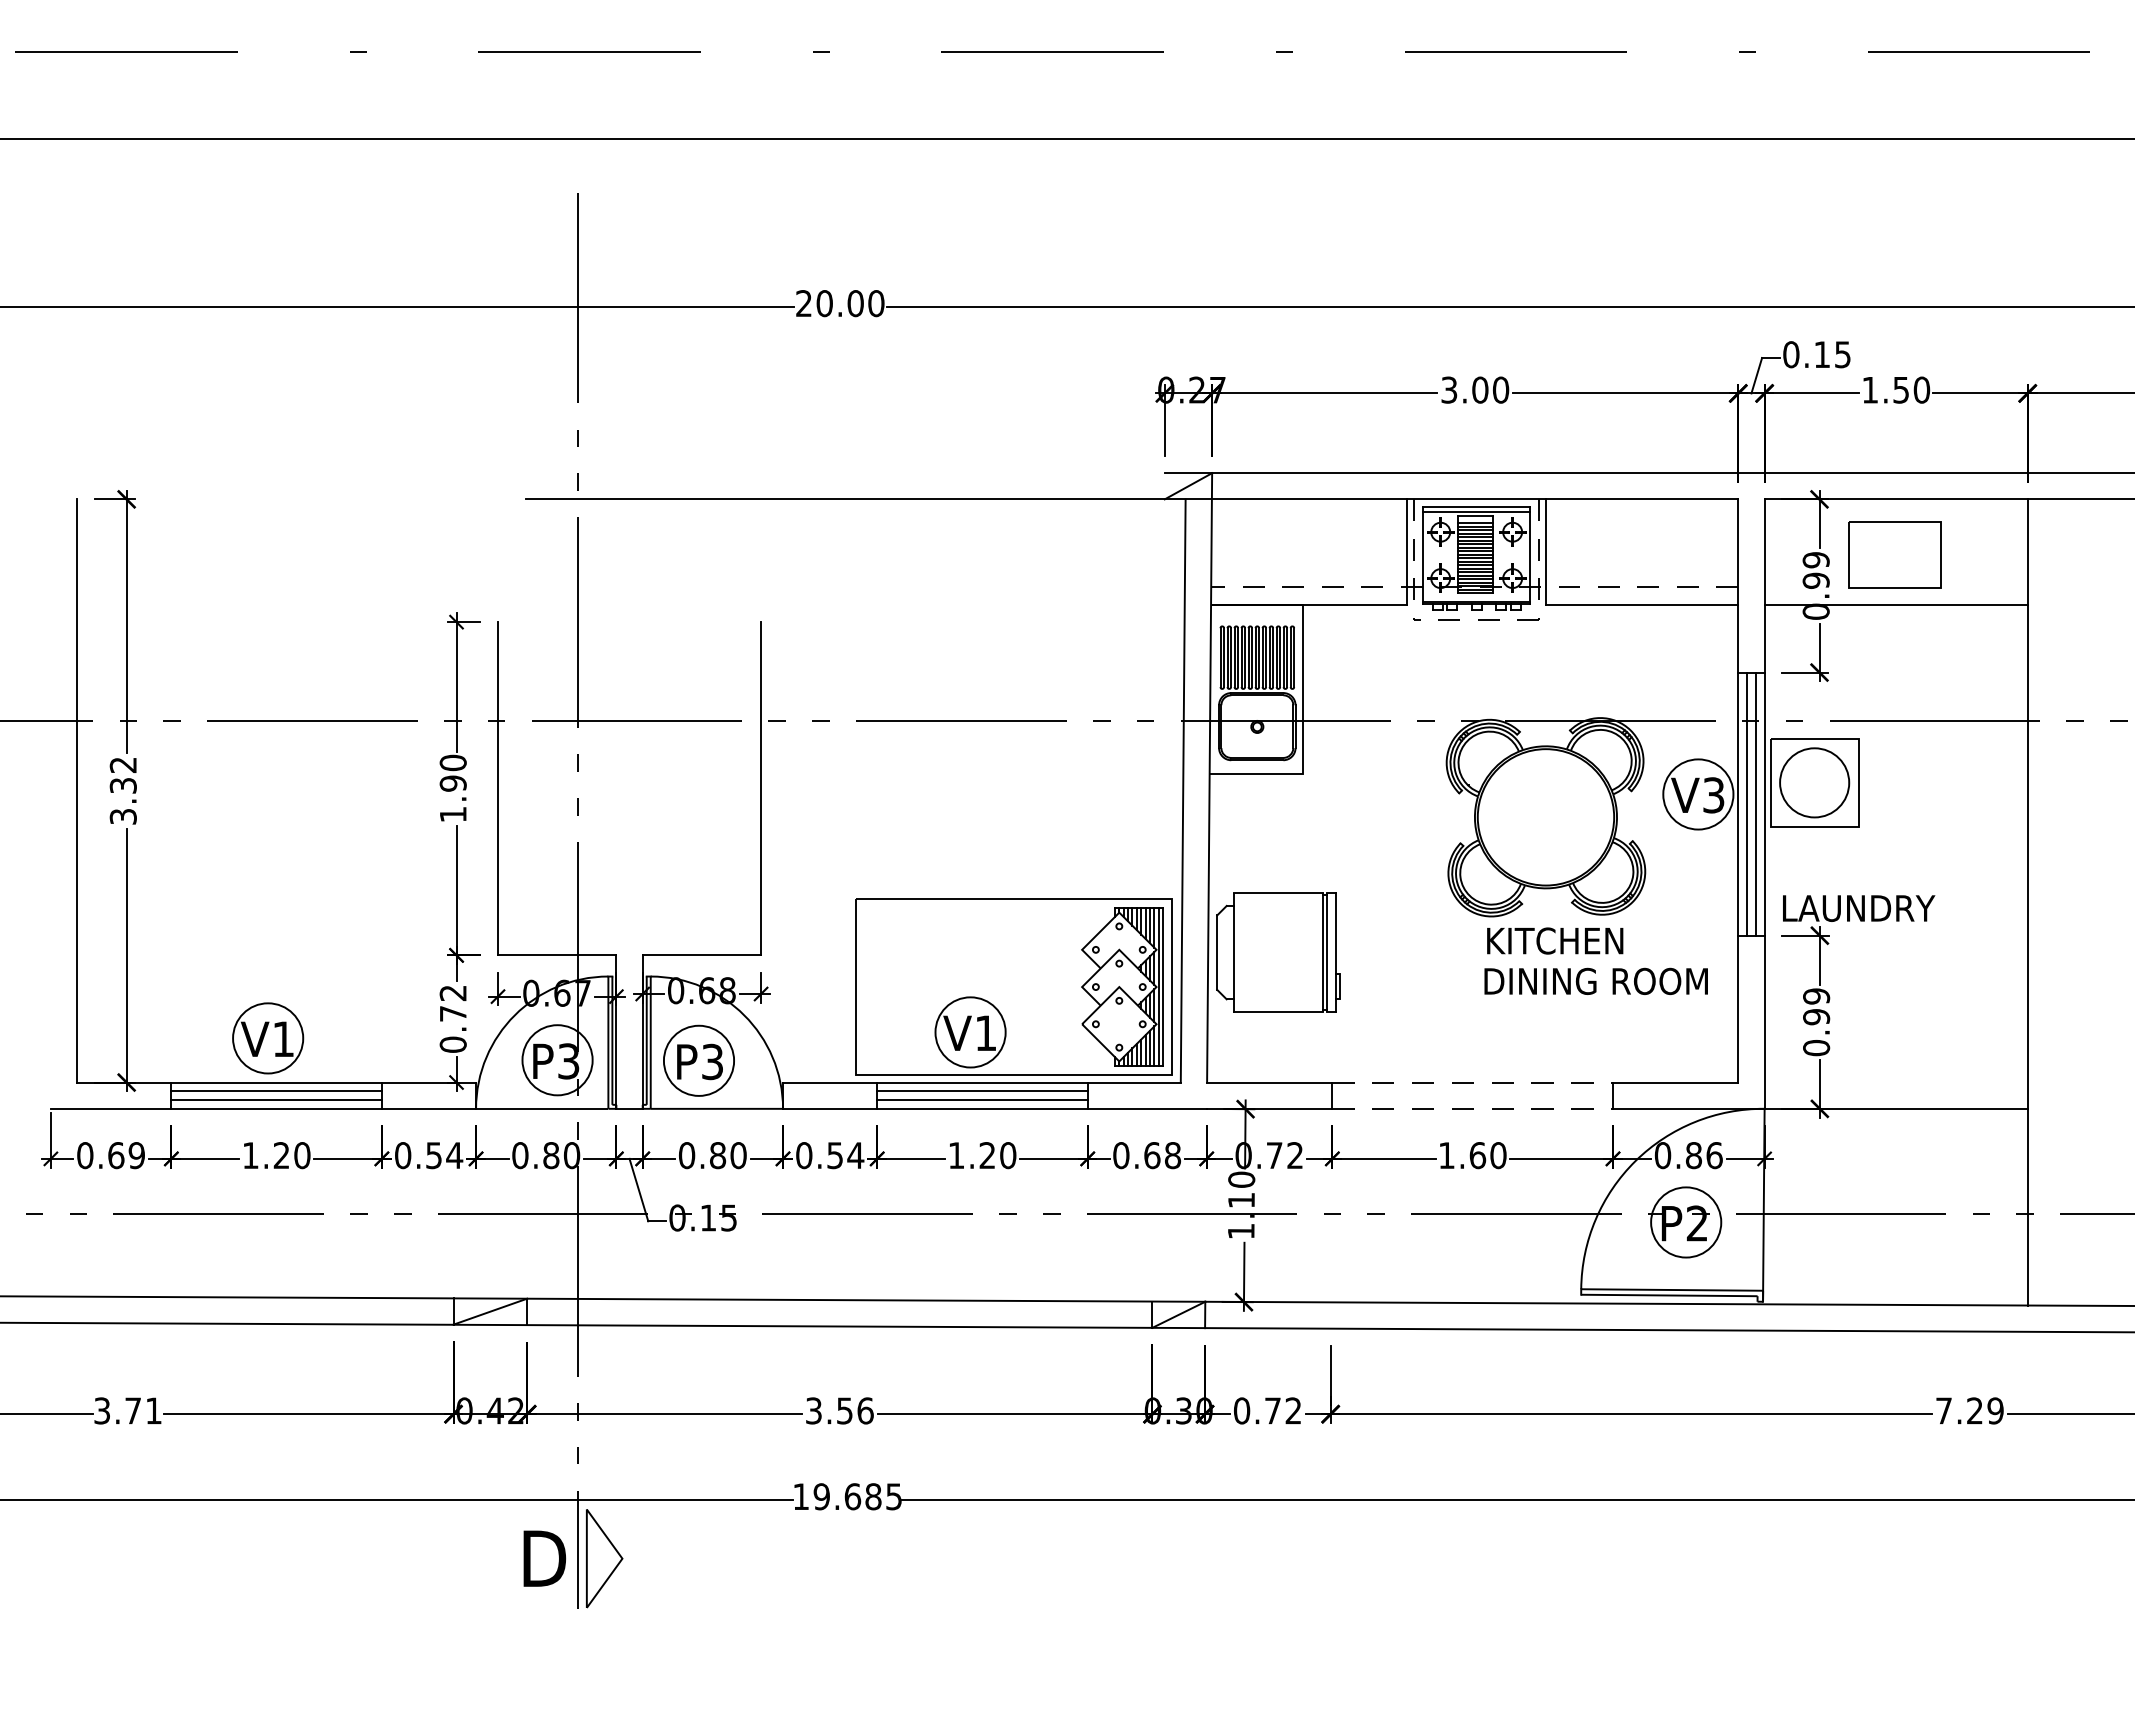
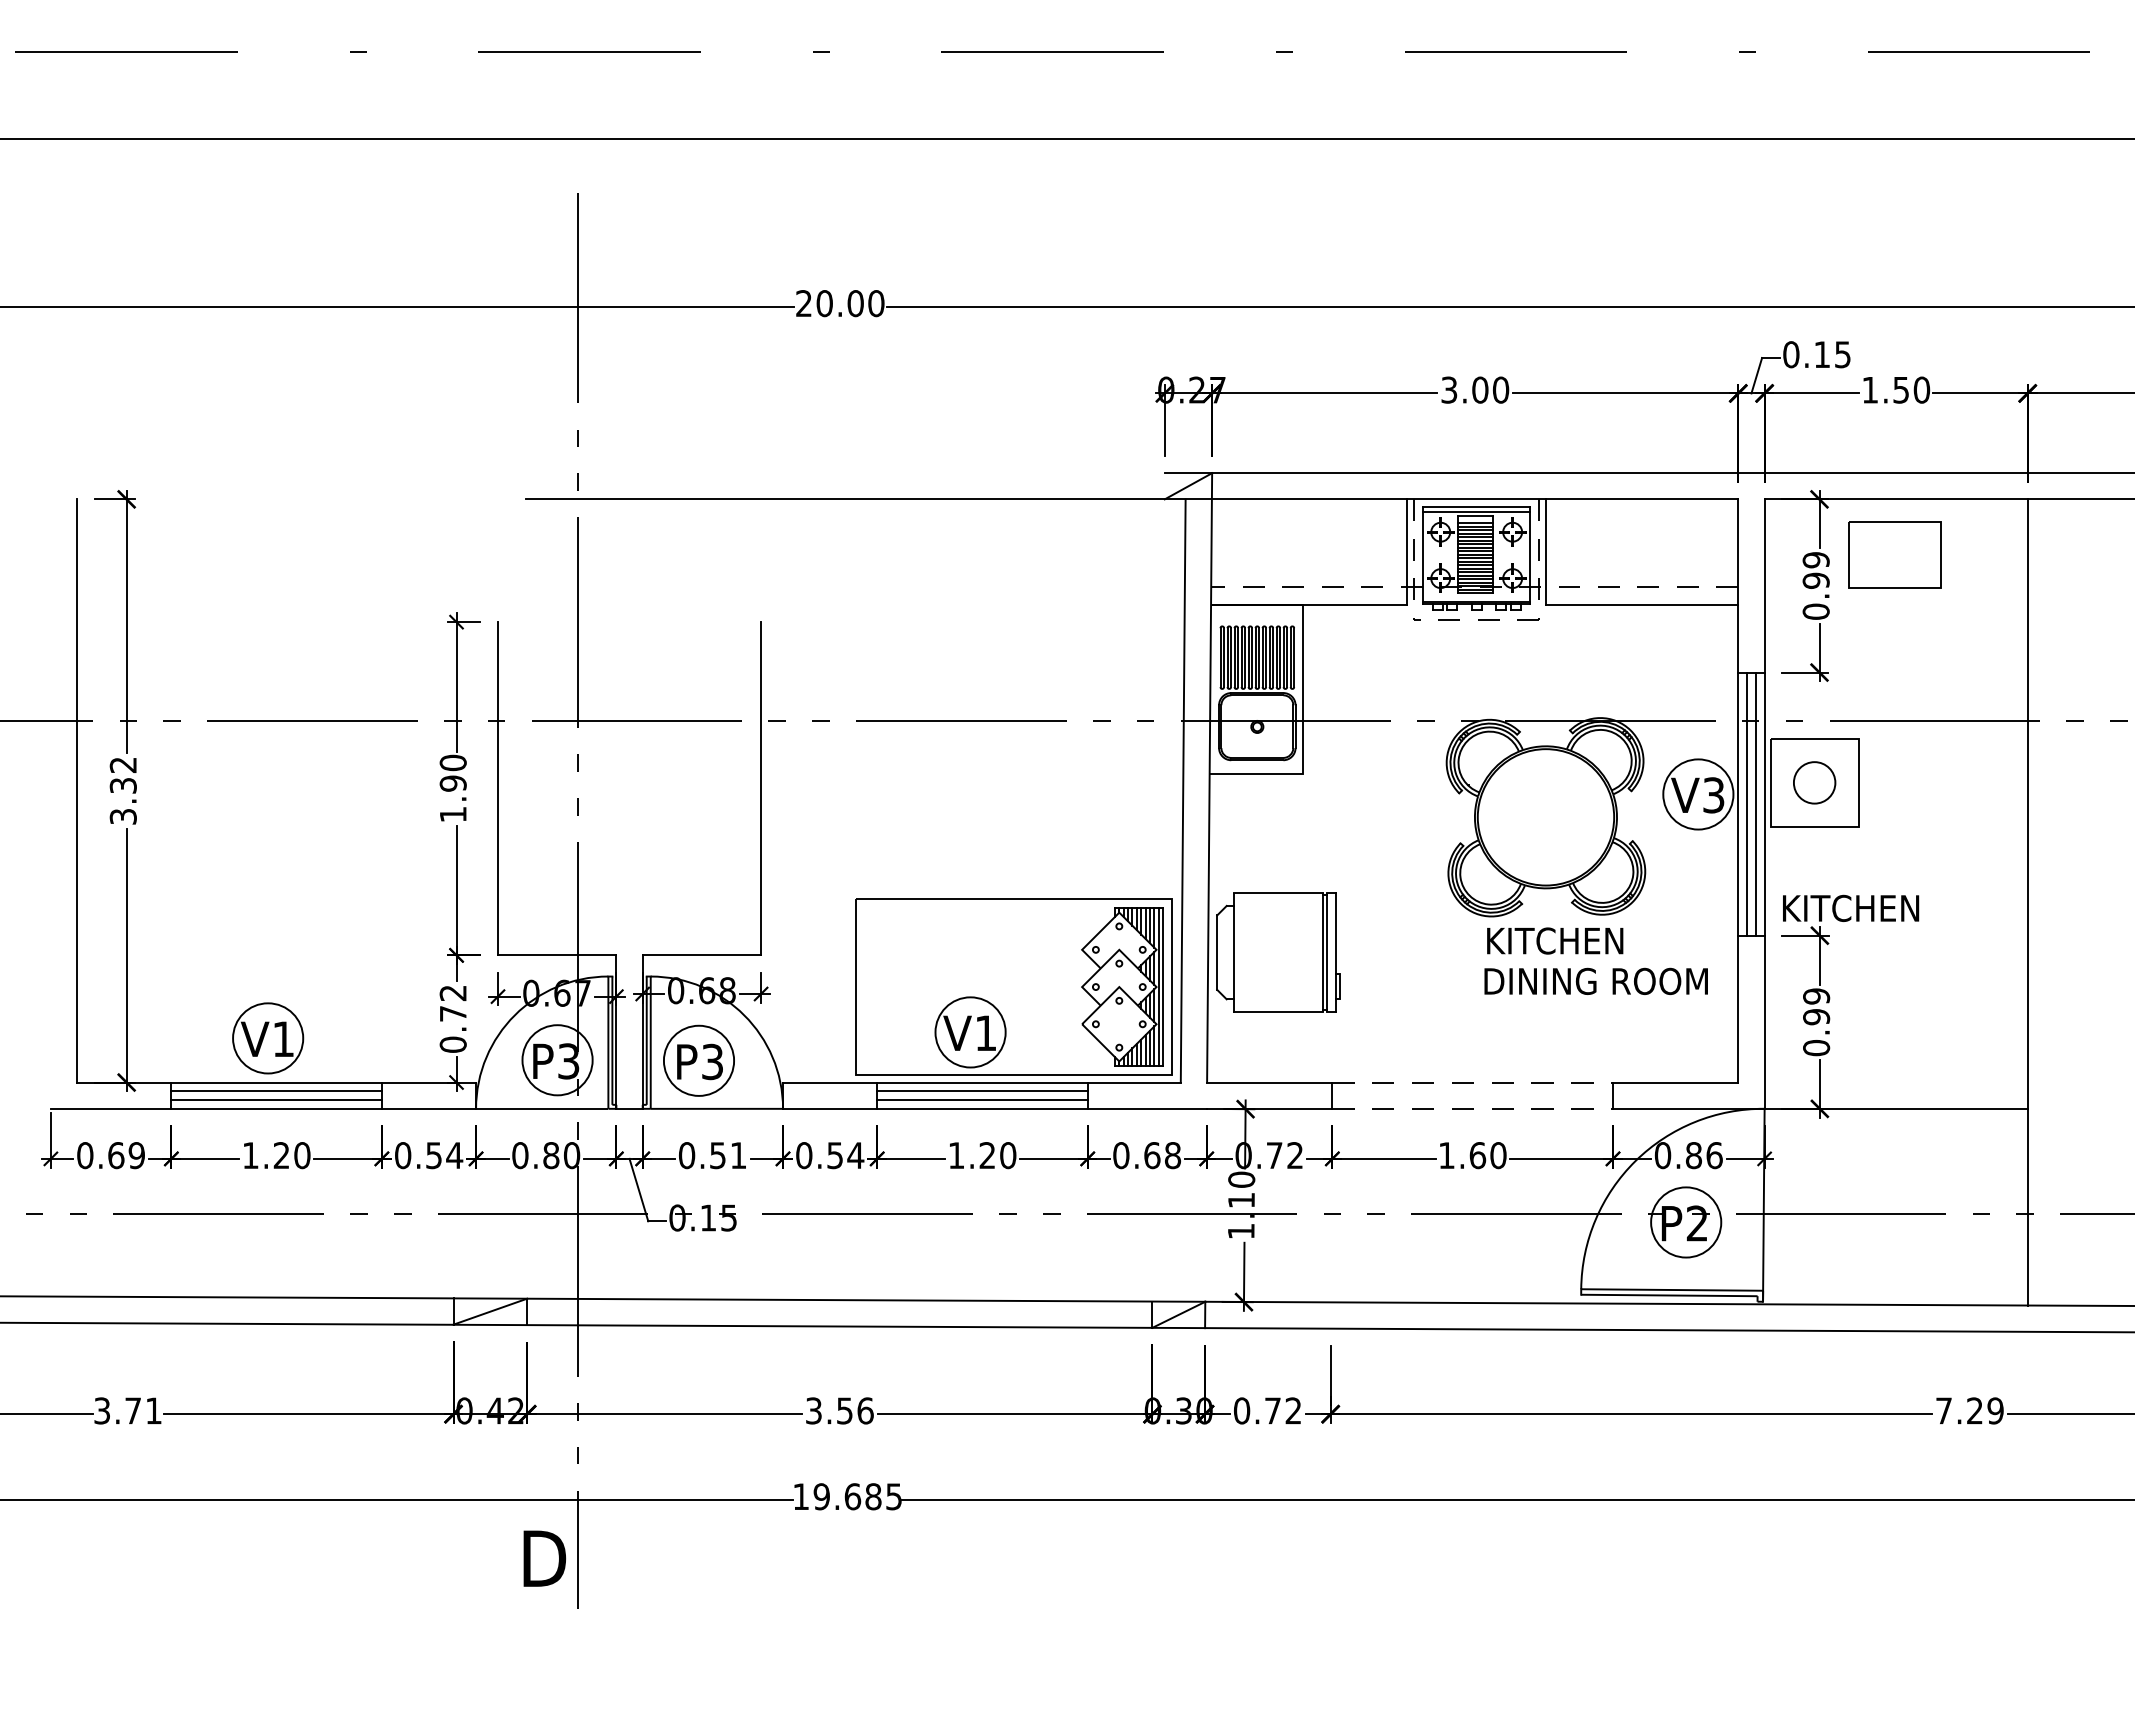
line at (1895, 604): present -> none
circle at (1814, 782) diameter: 69 px -> 41 px
text at (1860, 908): LAUNDRY -> KITCHEN
text at (728, 1155): 0.80 -> 0.51
part at (604, 1558): present -> none
